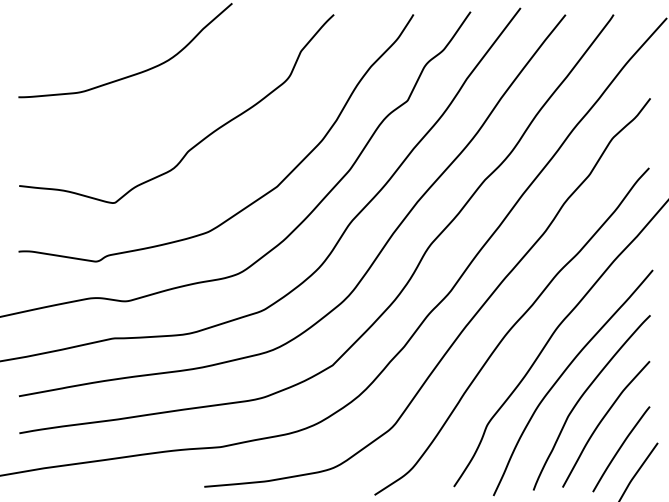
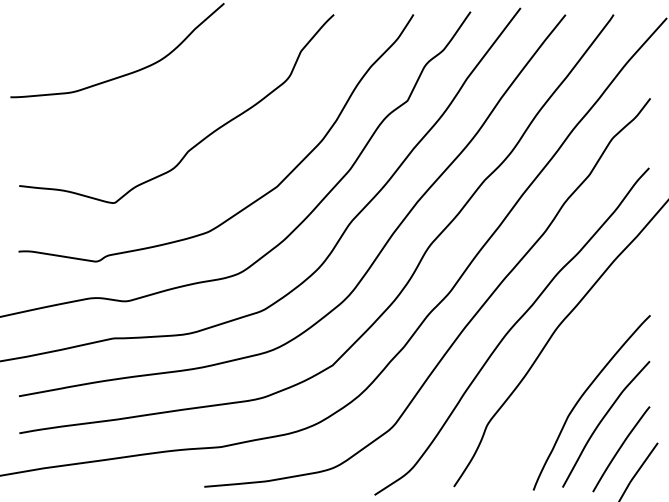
curve at (134, 73) position: (134, 73) -> (126, 73)
curve at (564, 373): present -> none
